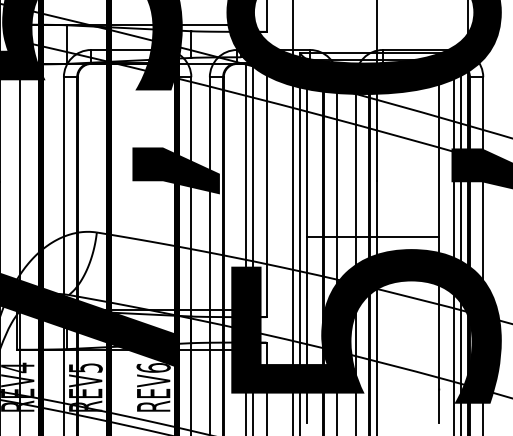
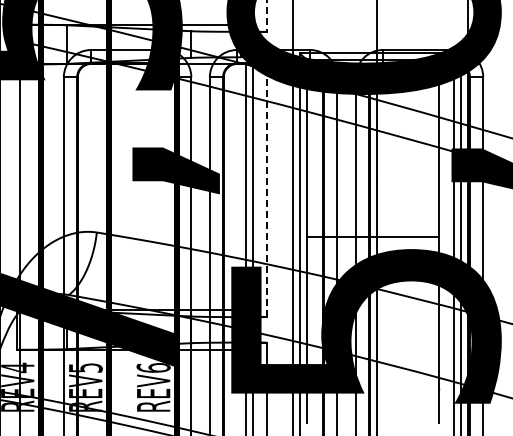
line at (266, 16): solid -> dashed
line at (266, 187): solid -> dashed
